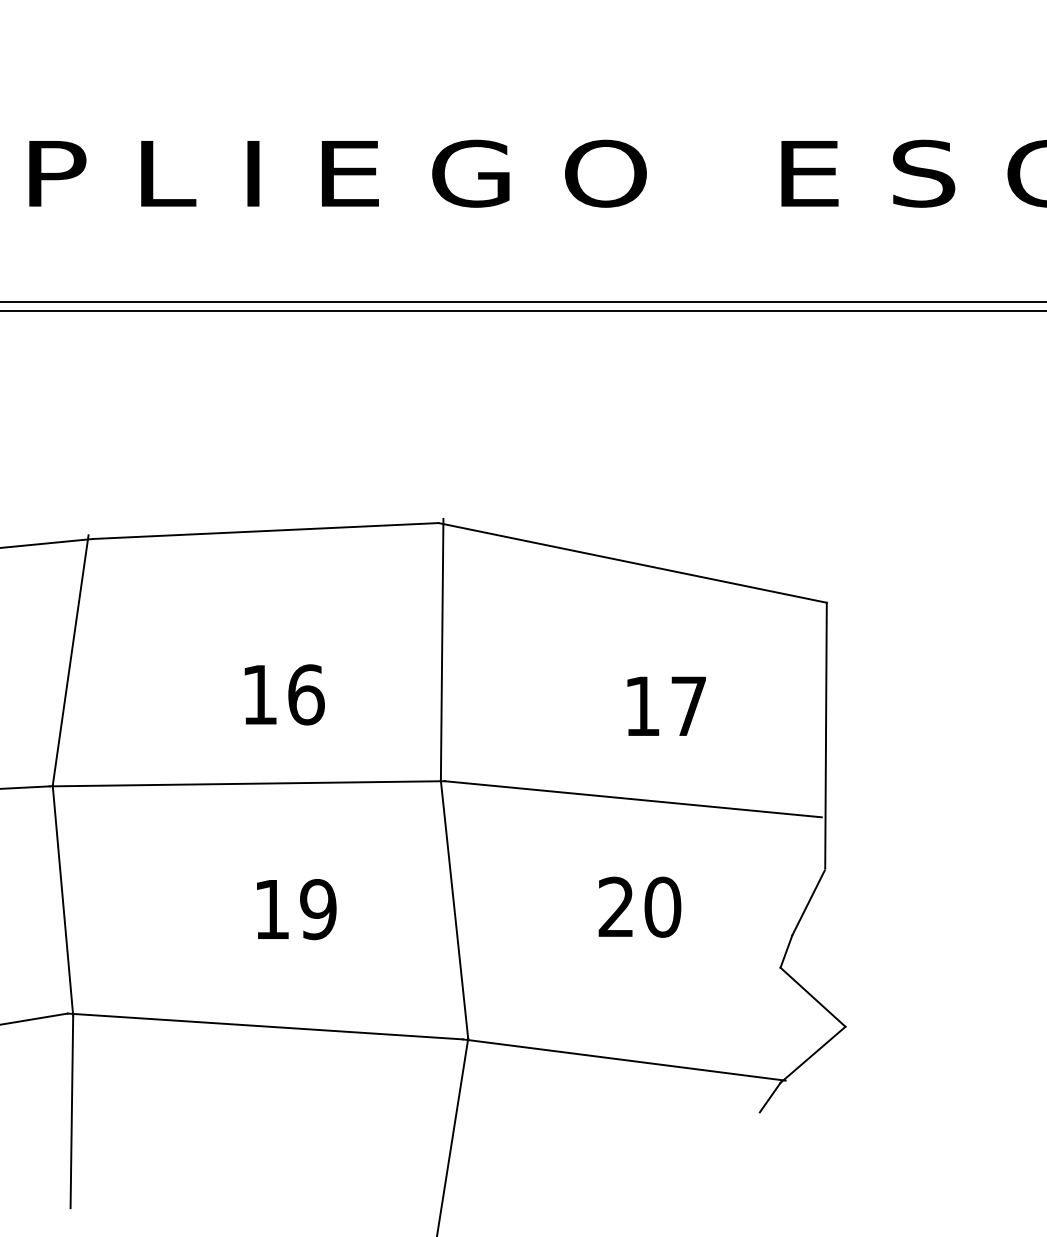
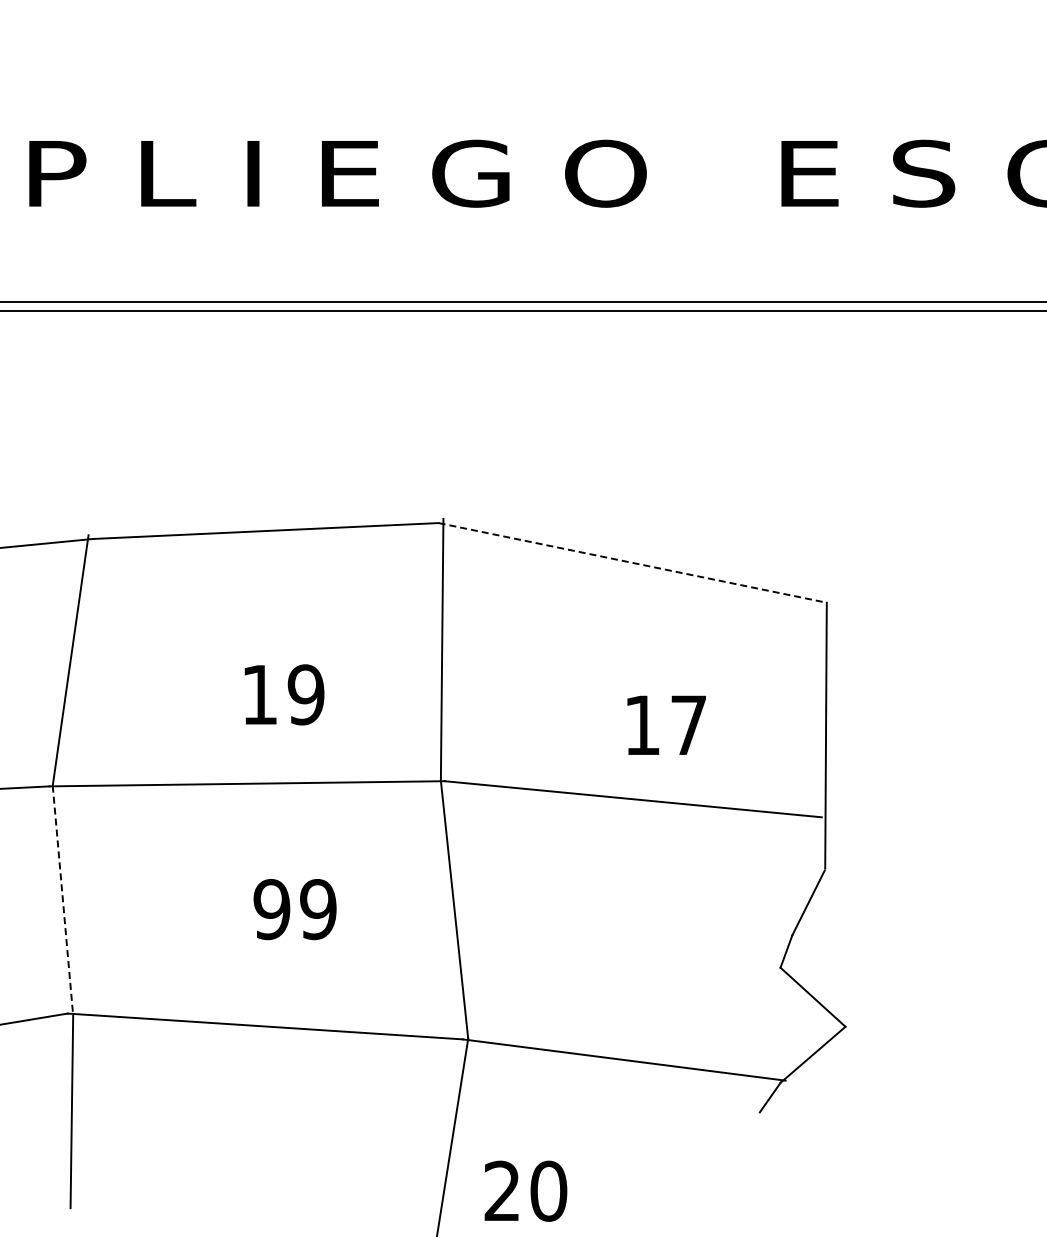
line at (633, 563): solid -> dashed
text at (305, 694): 16 -> 19
text at (666, 705) position: (666, 705) -> (666, 724)
line at (63, 901): solid -> dashed
text at (639, 906) position: (639, 906) -> (525, 1190)
text at (271, 909): 19 -> 99
